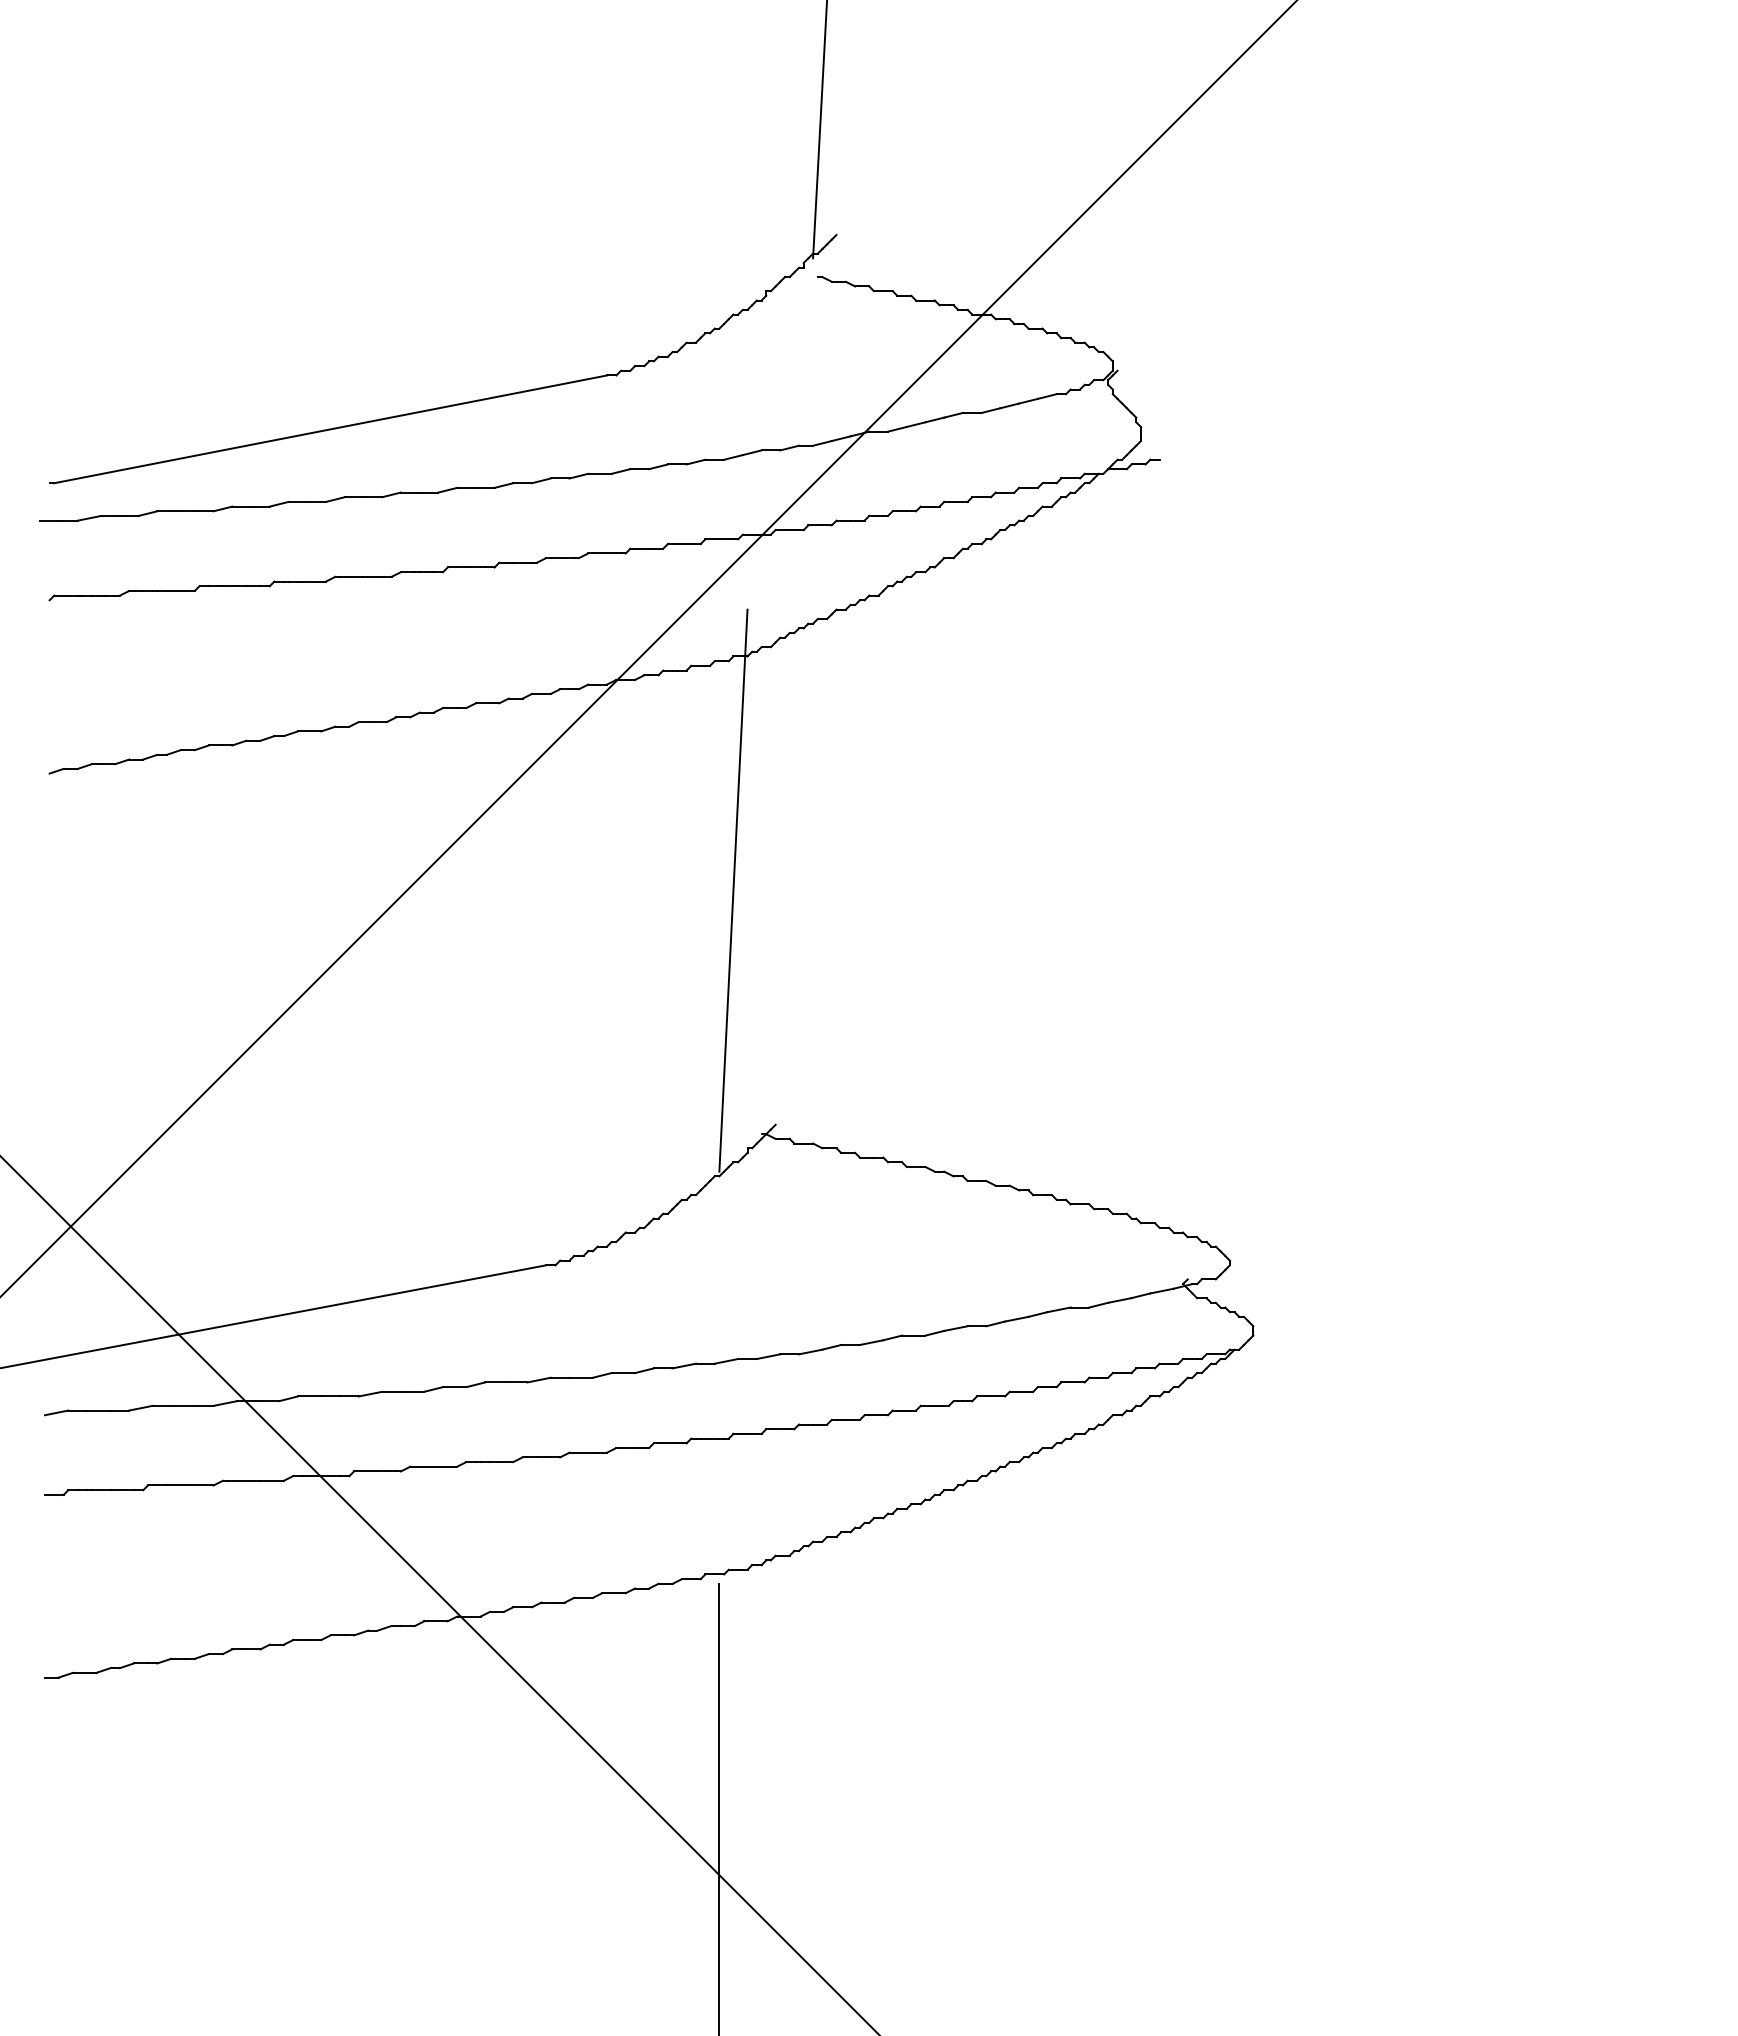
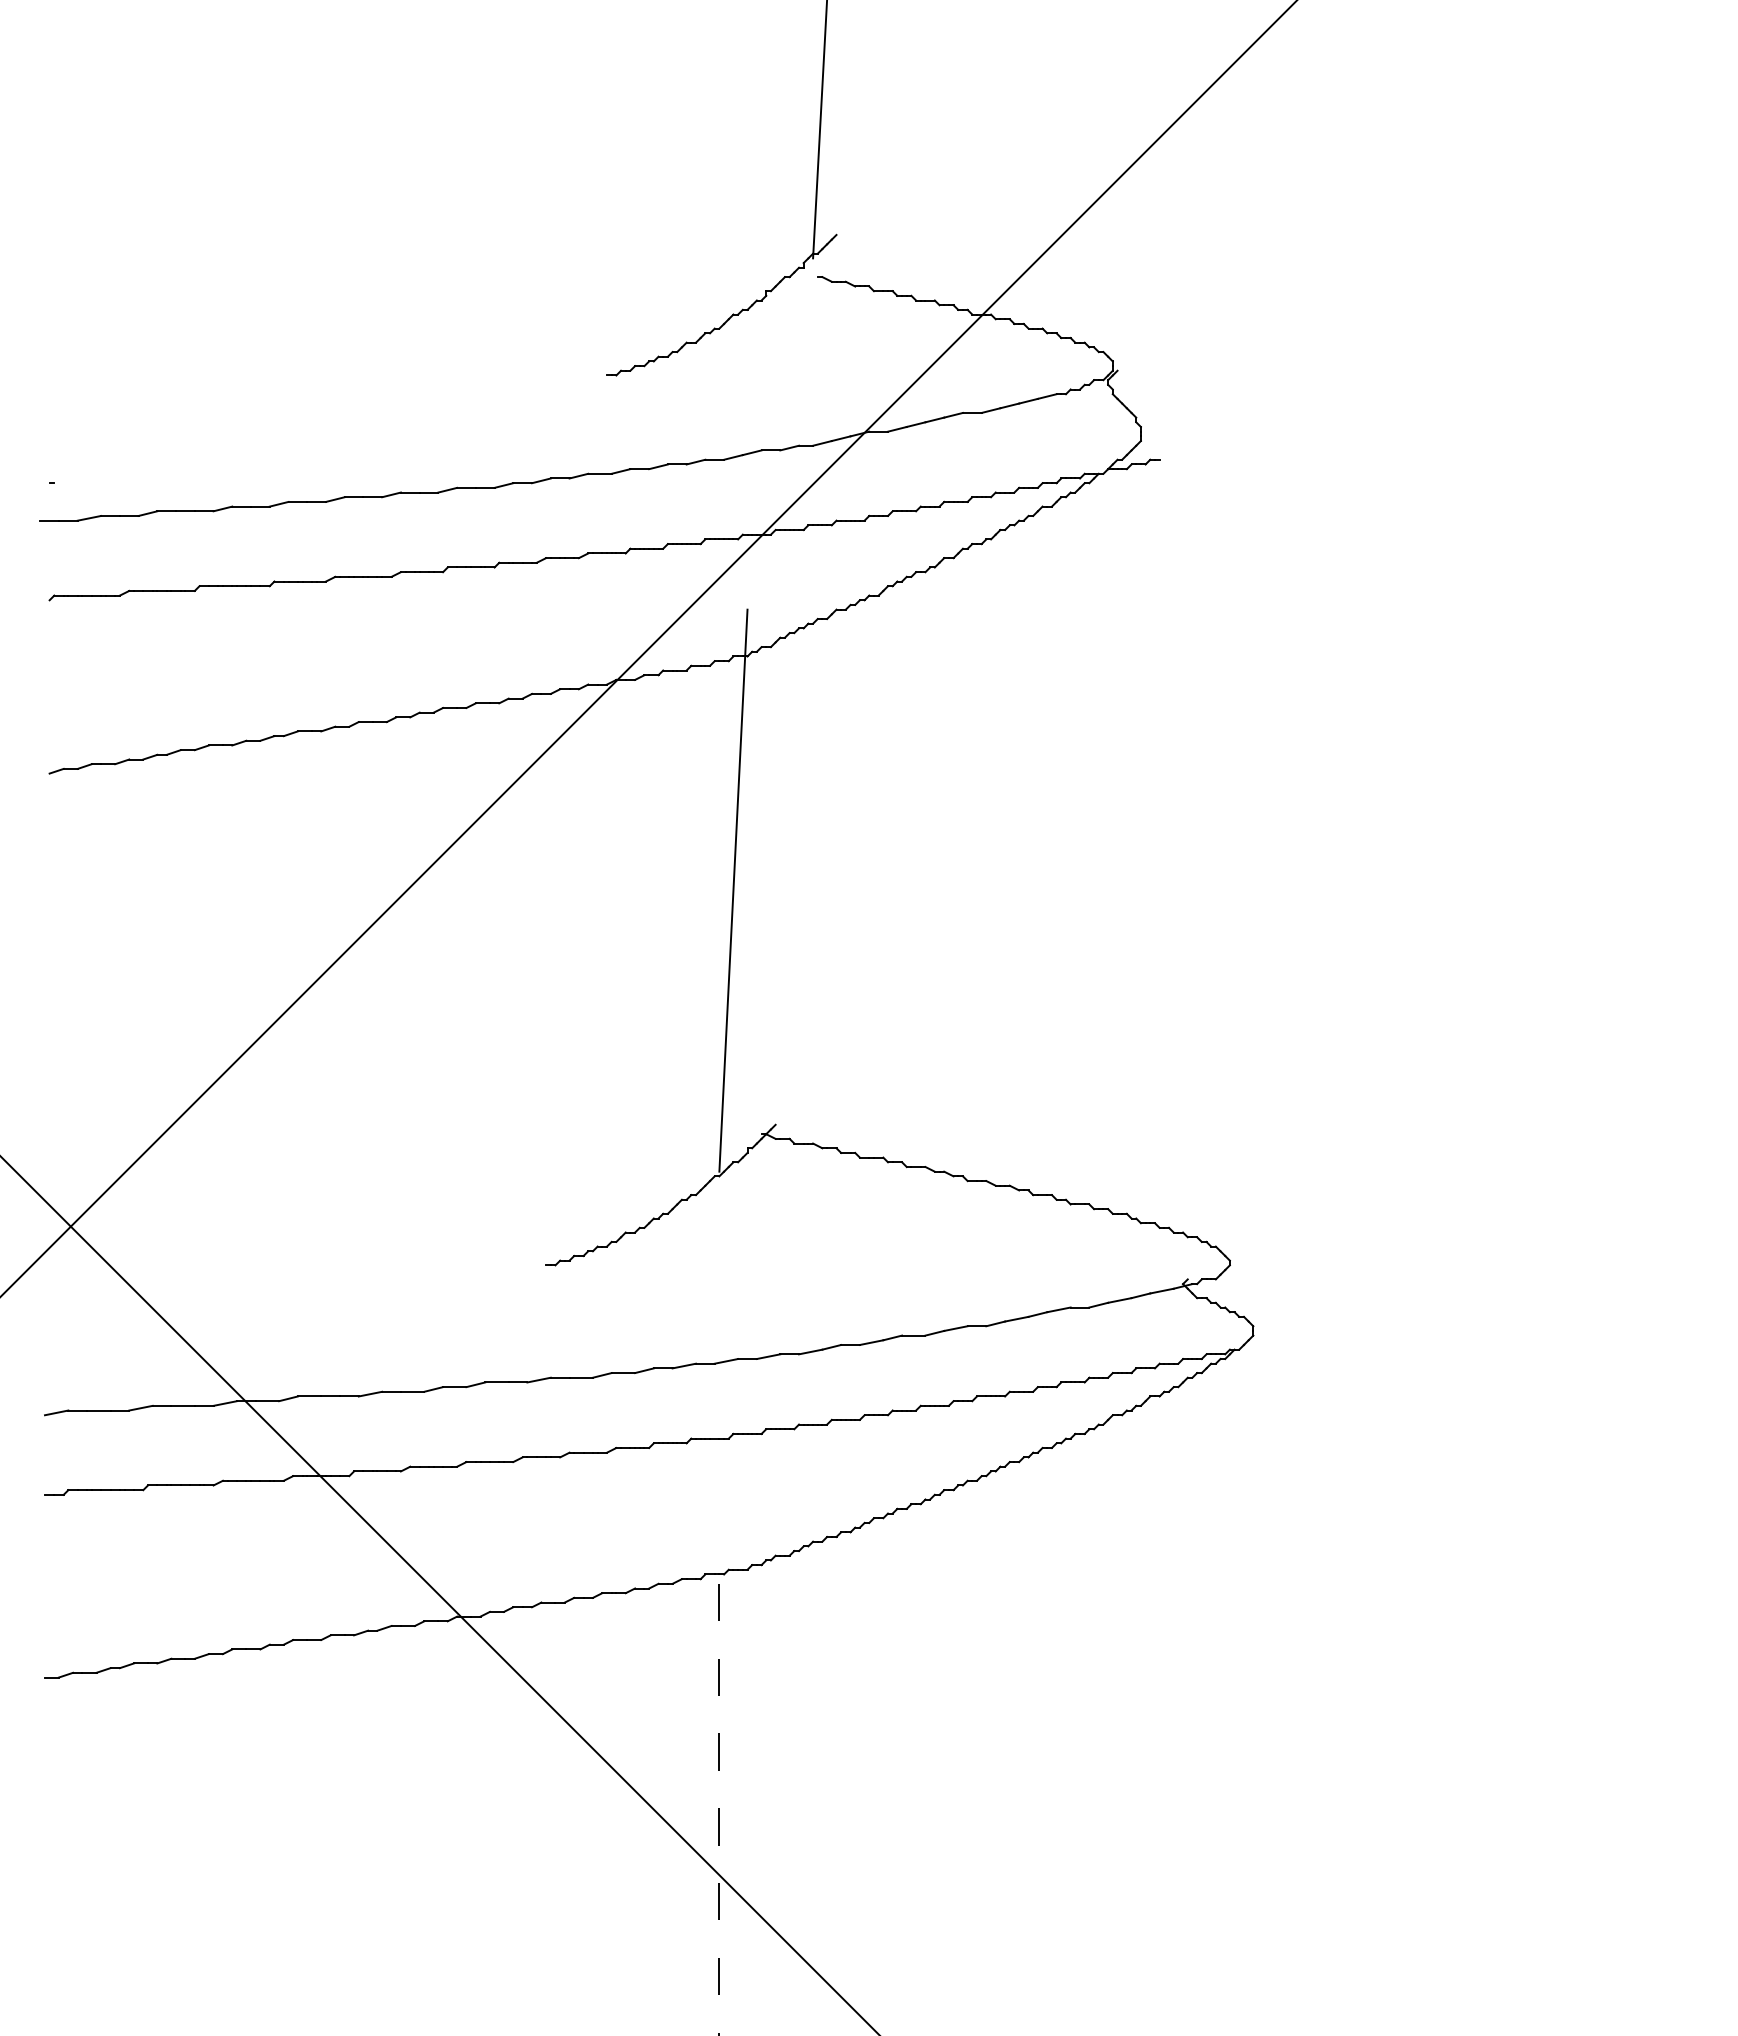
line at (330, 429): present -> none
line at (274, 1316): present -> none
line at (719, 1810): solid -> dashed
